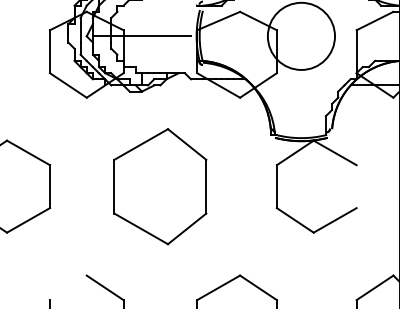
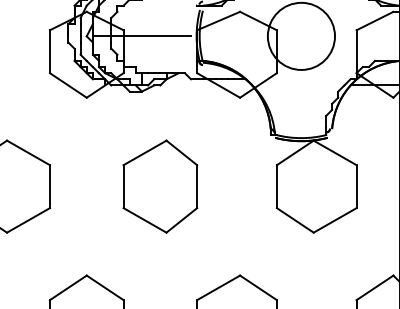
part at (160, 186) size: 95x118 px -> 77x95 px
line at (356, 186): none -> present
line at (67, 287): none -> present
